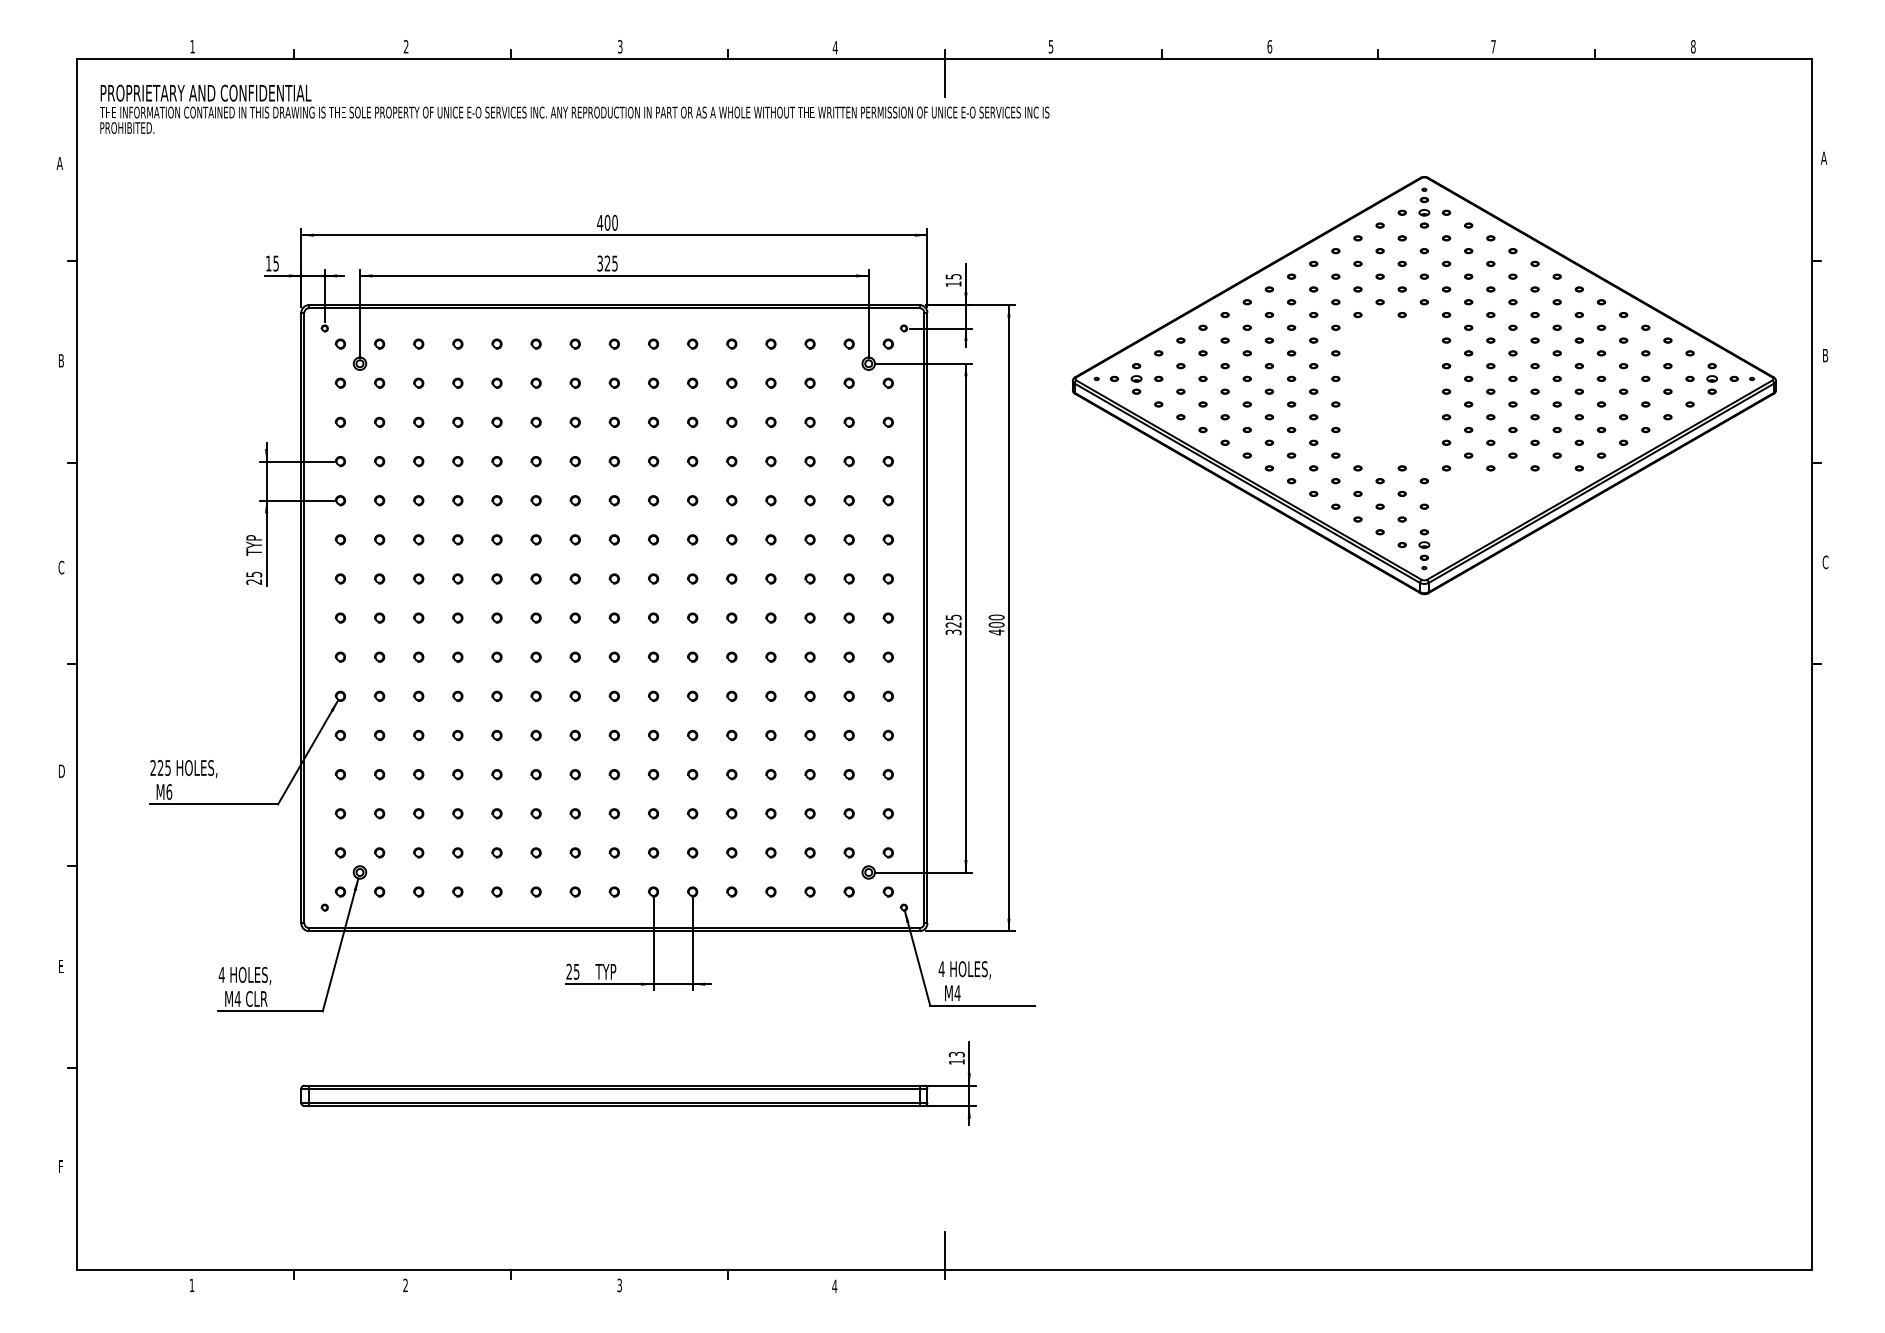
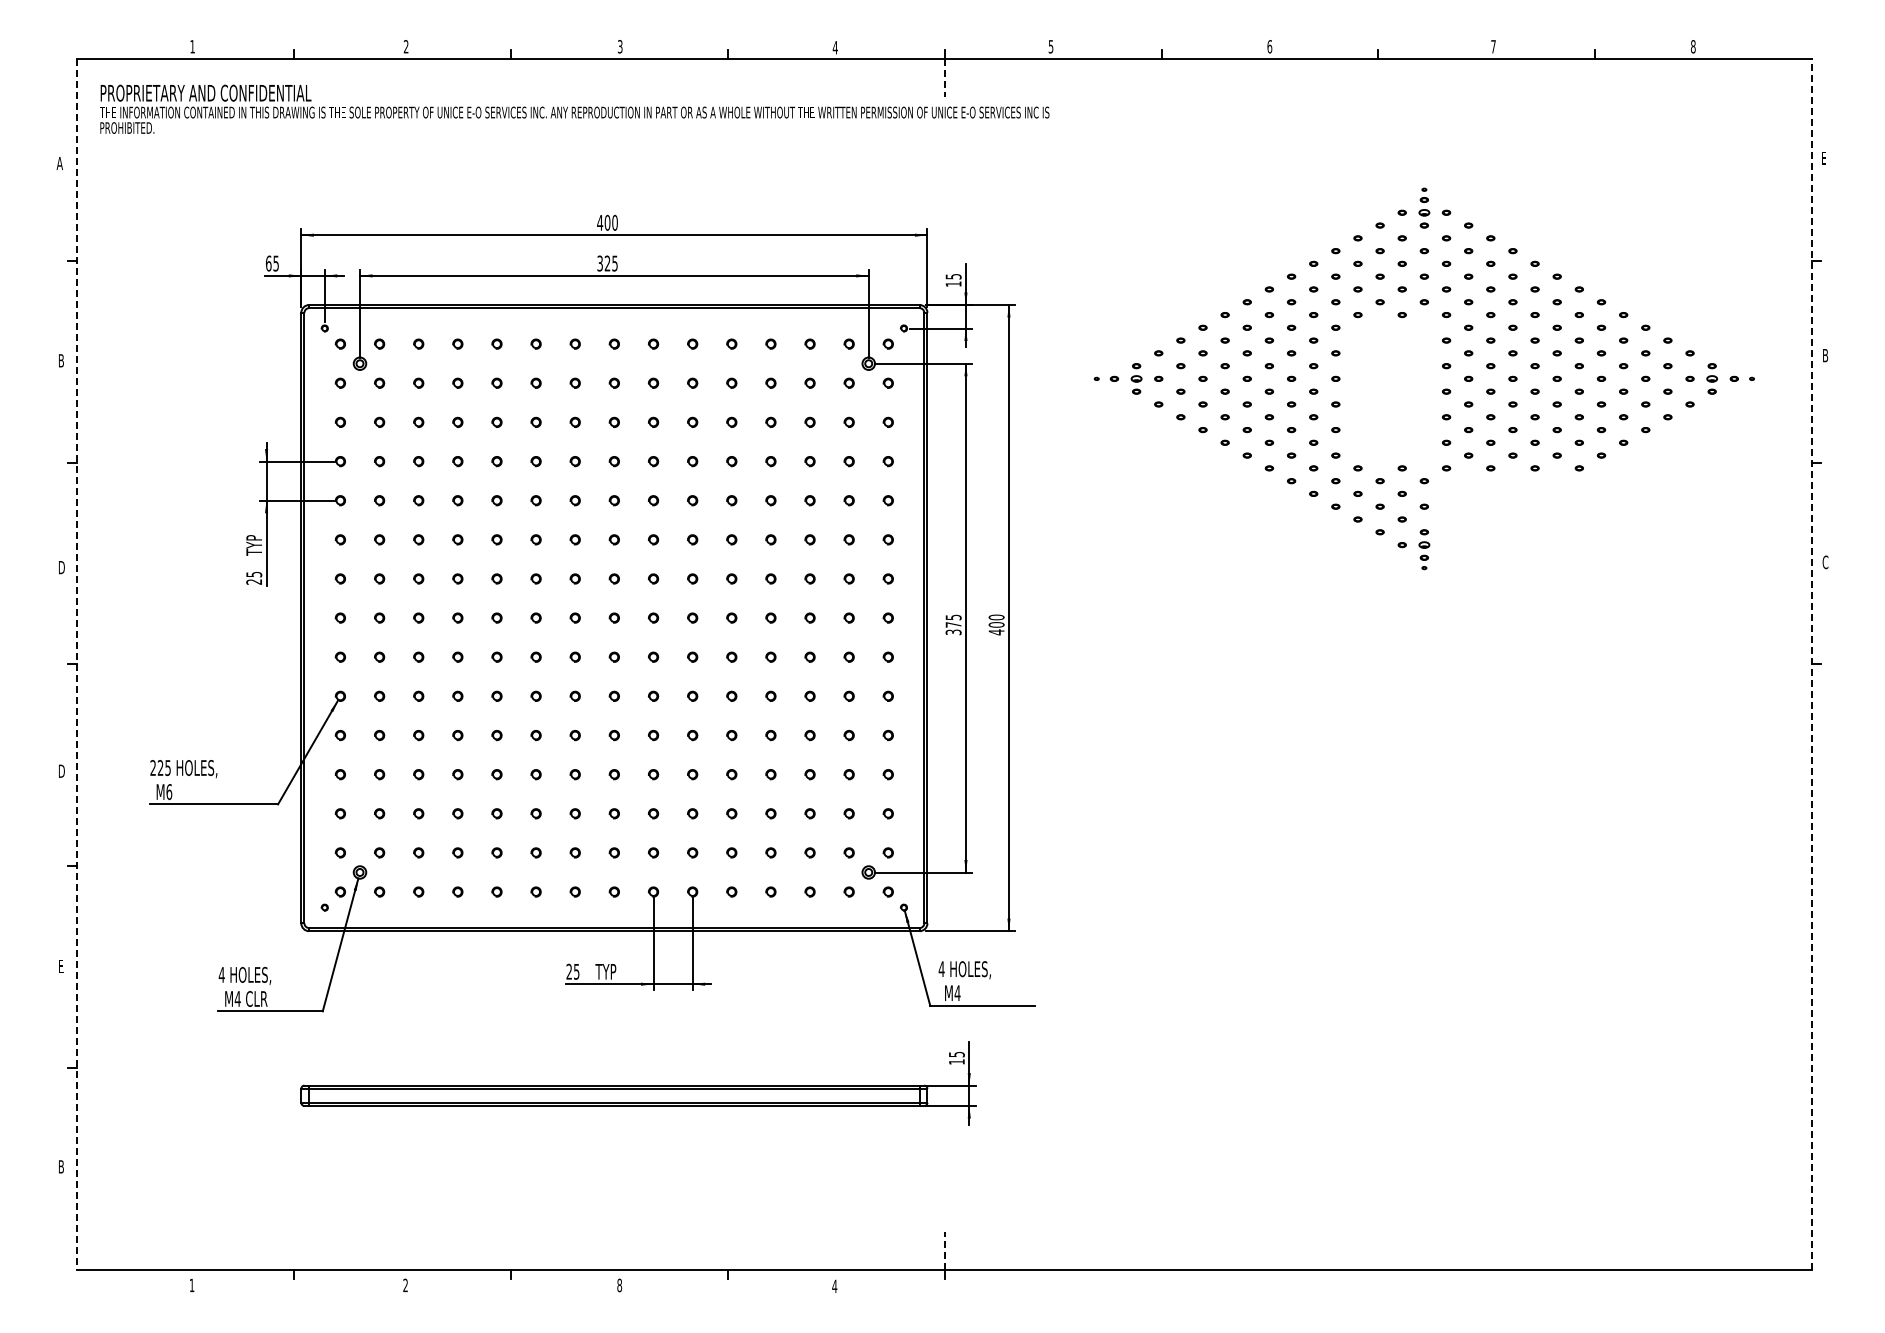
line at (944, 78): solid -> dashed
text at (1823, 157): A -> E
text at (268, 263): 15 -> 65
part at (1423, 385): present -> none
text at (61, 567): C -> D
text at (953, 624): 325 -> 375
line at (1811, 663): solid -> dashed
line at (77, 664): solid -> dashed
text at (956, 1054): 13 -> 15
text at (61, 1166): F -> B
line at (944, 1250): solid -> dashed
text at (619, 1285): 3 -> 8
